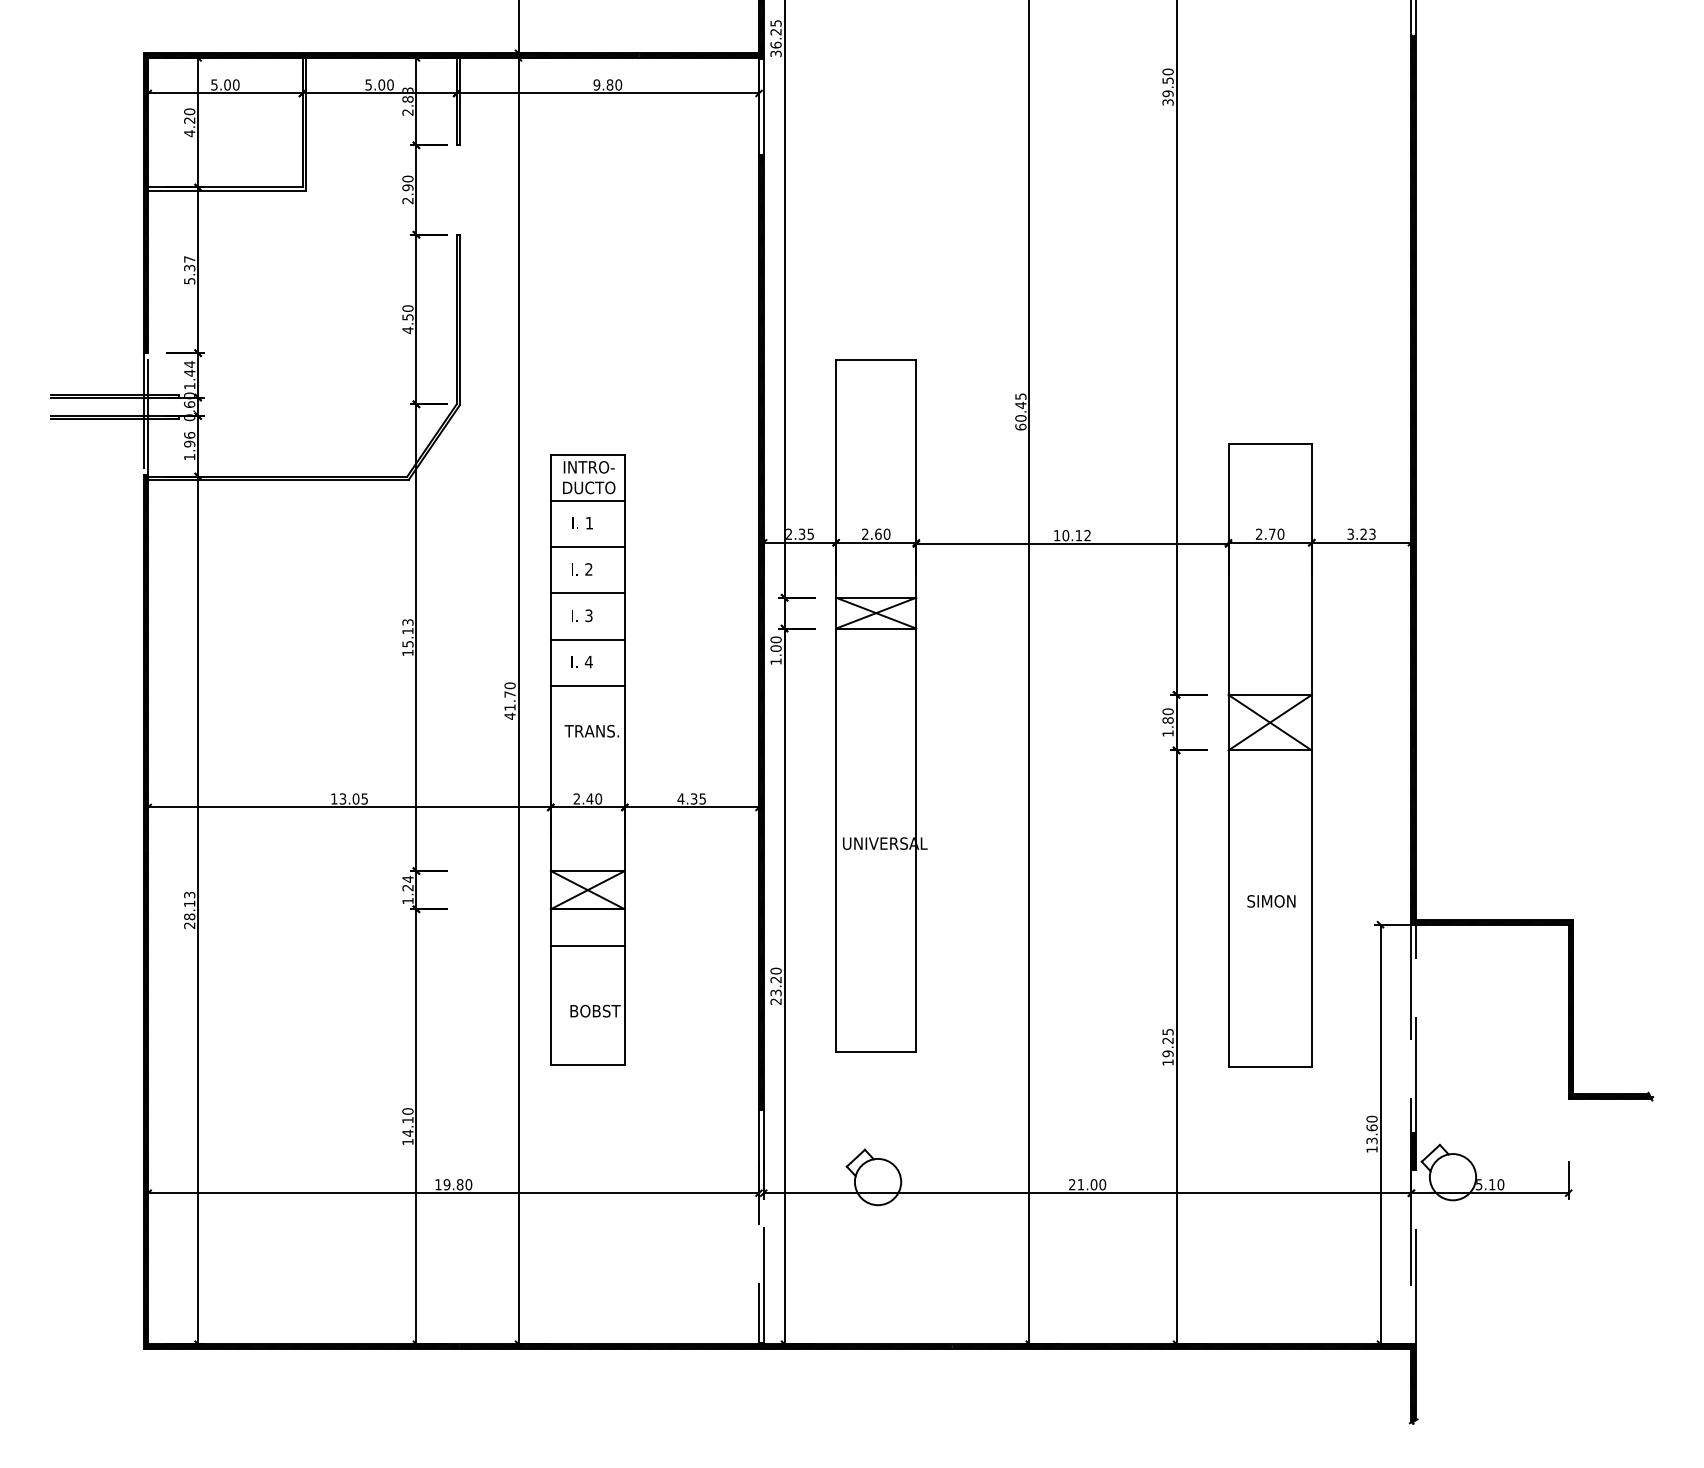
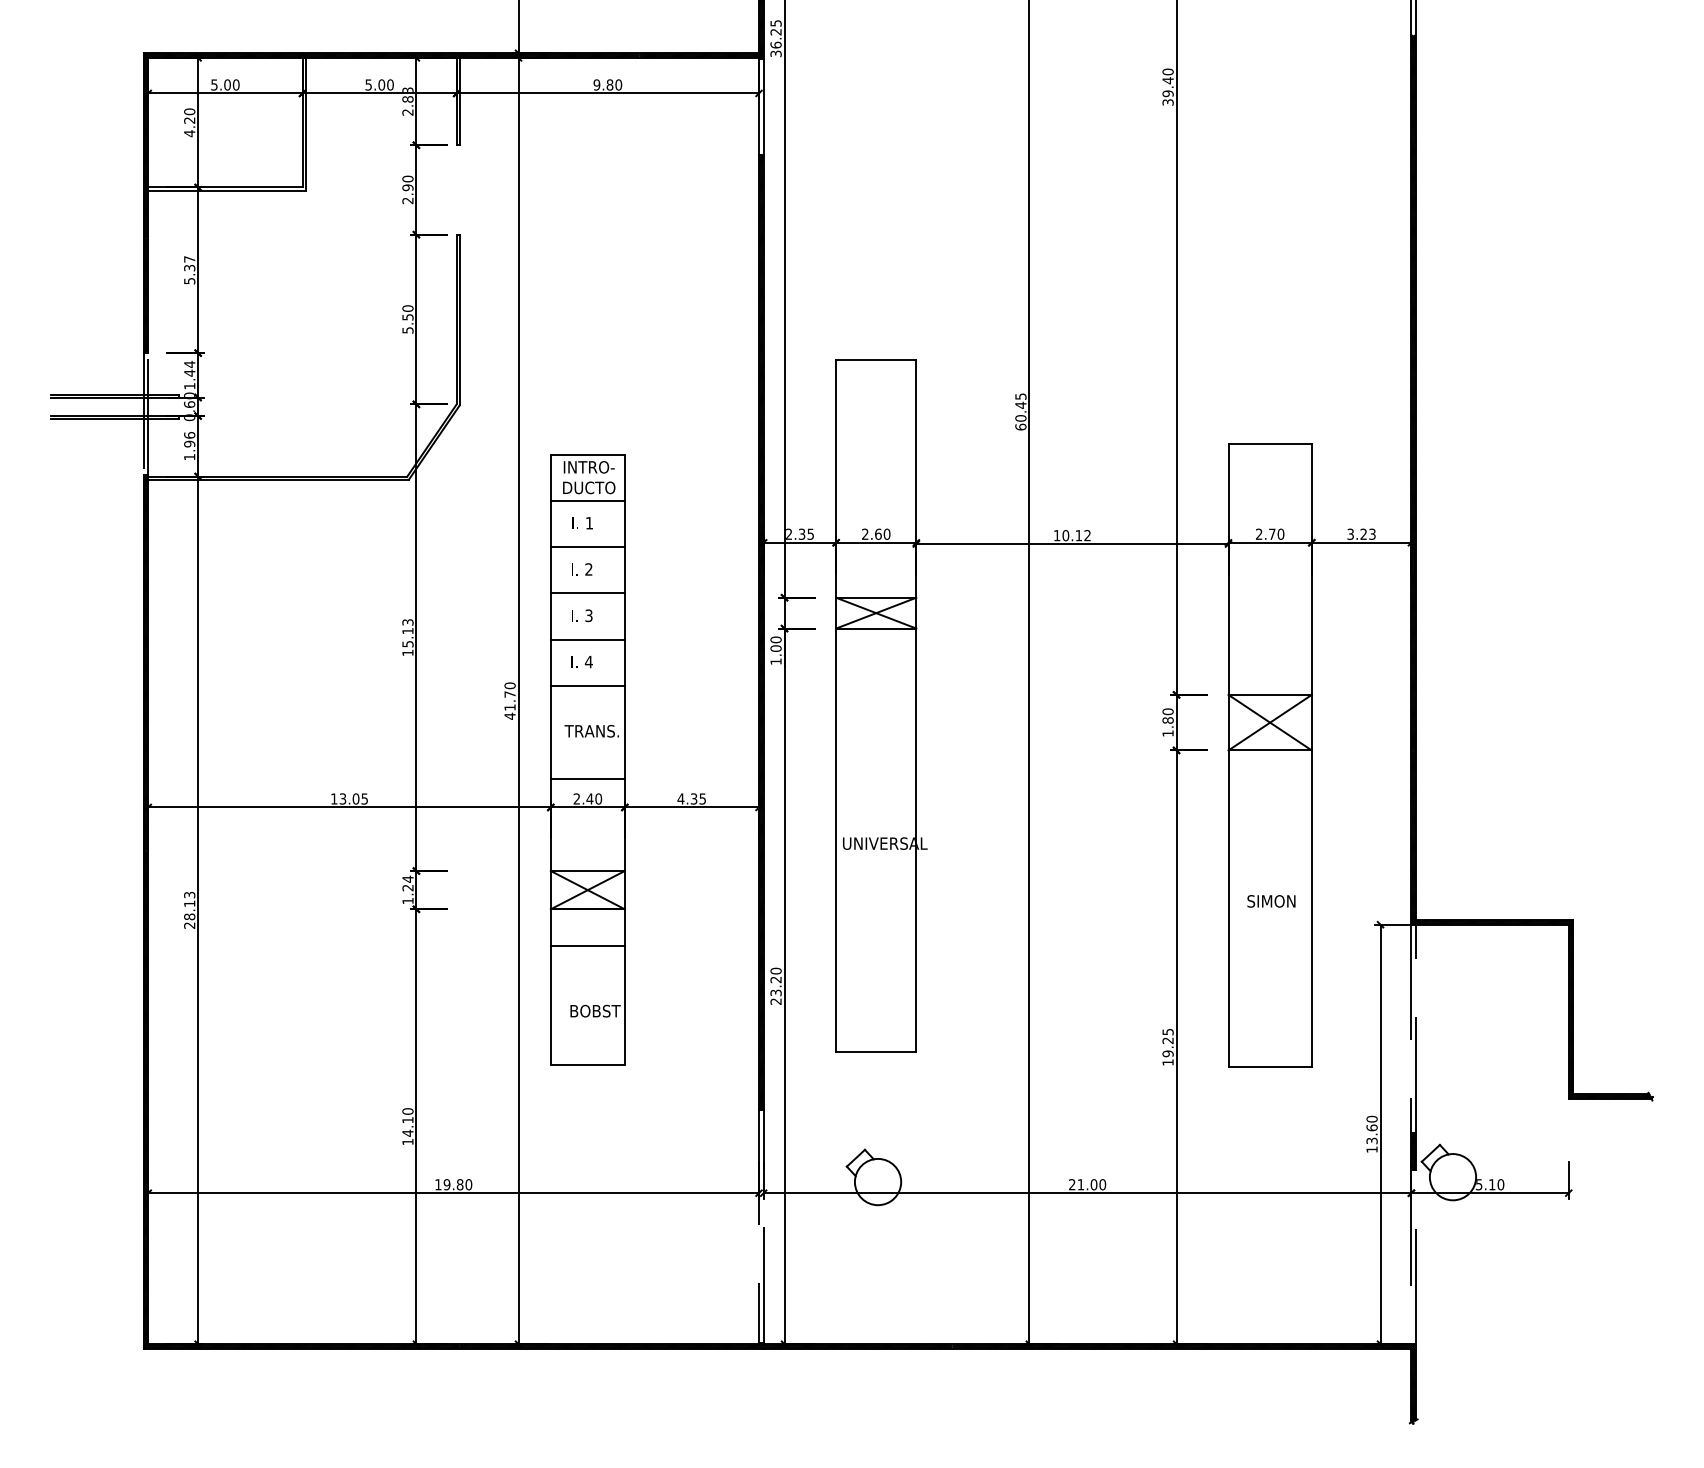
text at (1167, 80): 39.50 -> 39.40
text at (407, 329): 4.50 -> 5.50
line at (587, 778): none -> present
